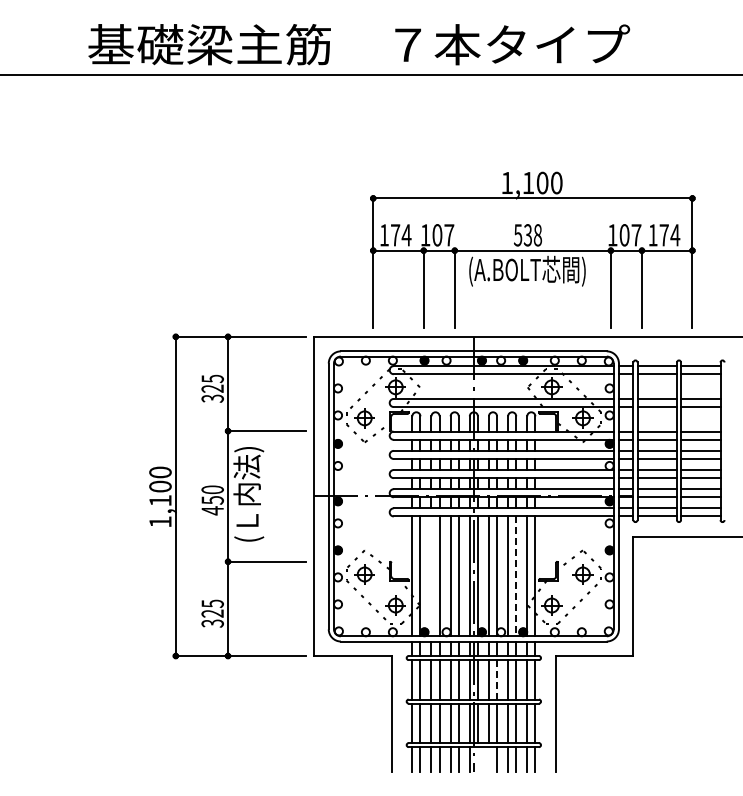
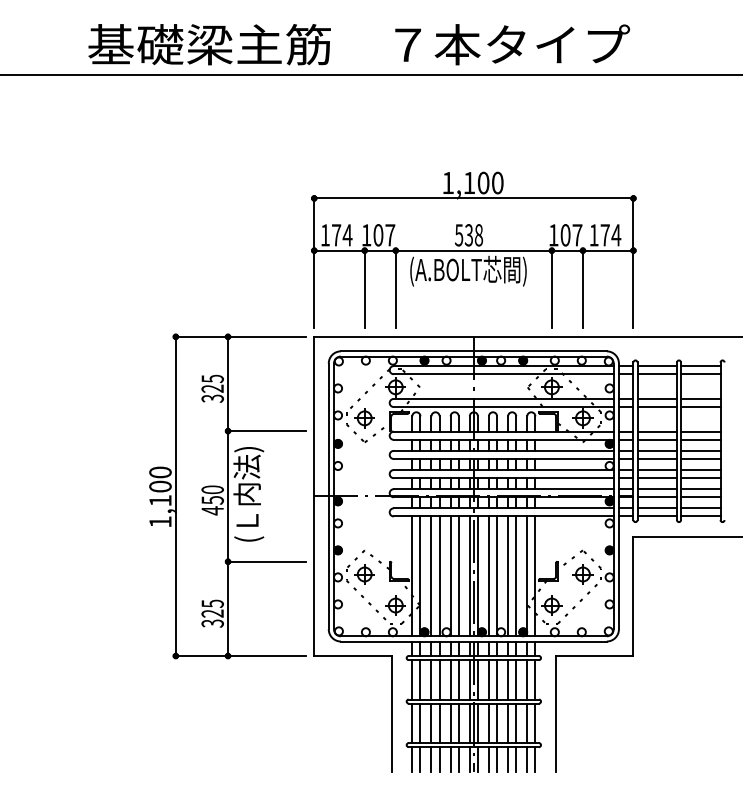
part at (532, 249) position: (532, 249) -> (473, 249)
line at (431, 576): none -> present
line at (516, 576): dashed -> solid
line at (497, 679): dashed -> solid
line at (477, 759): none -> present
line at (488, 759): none -> present
